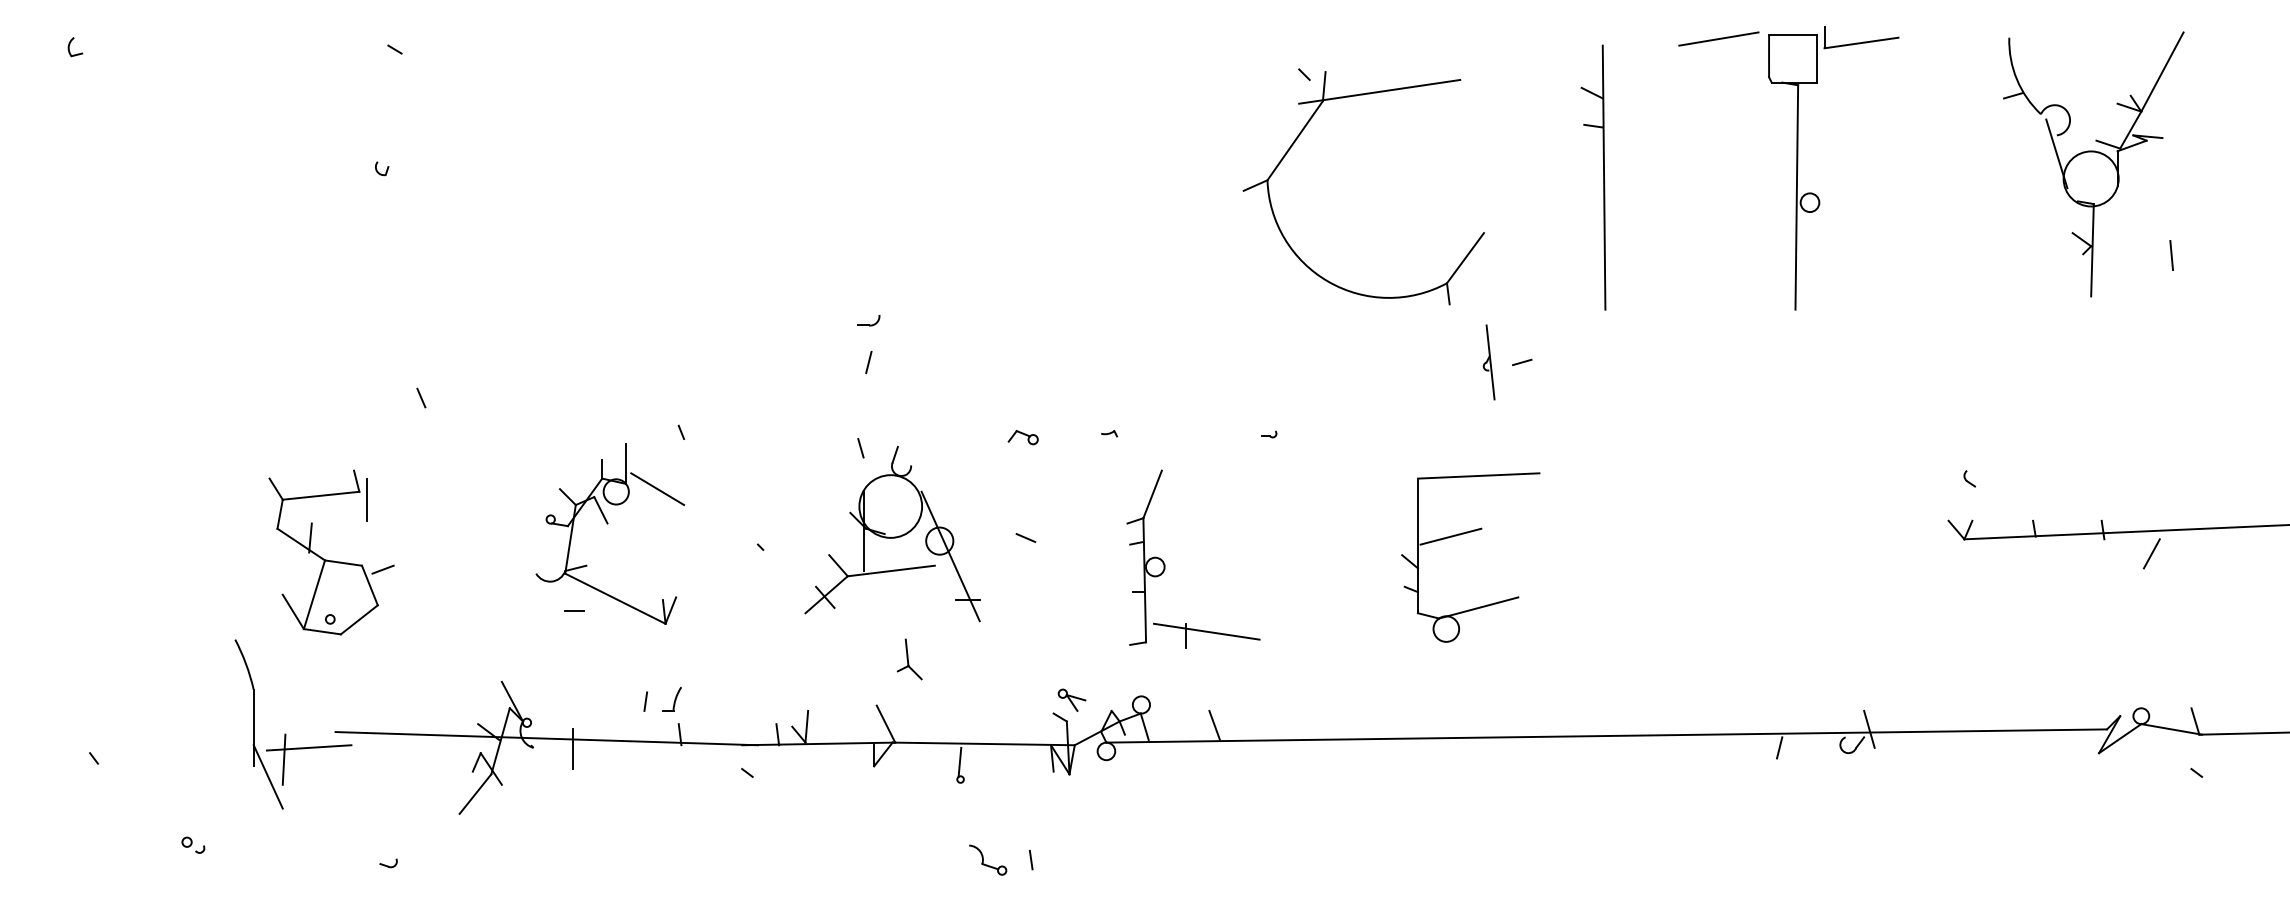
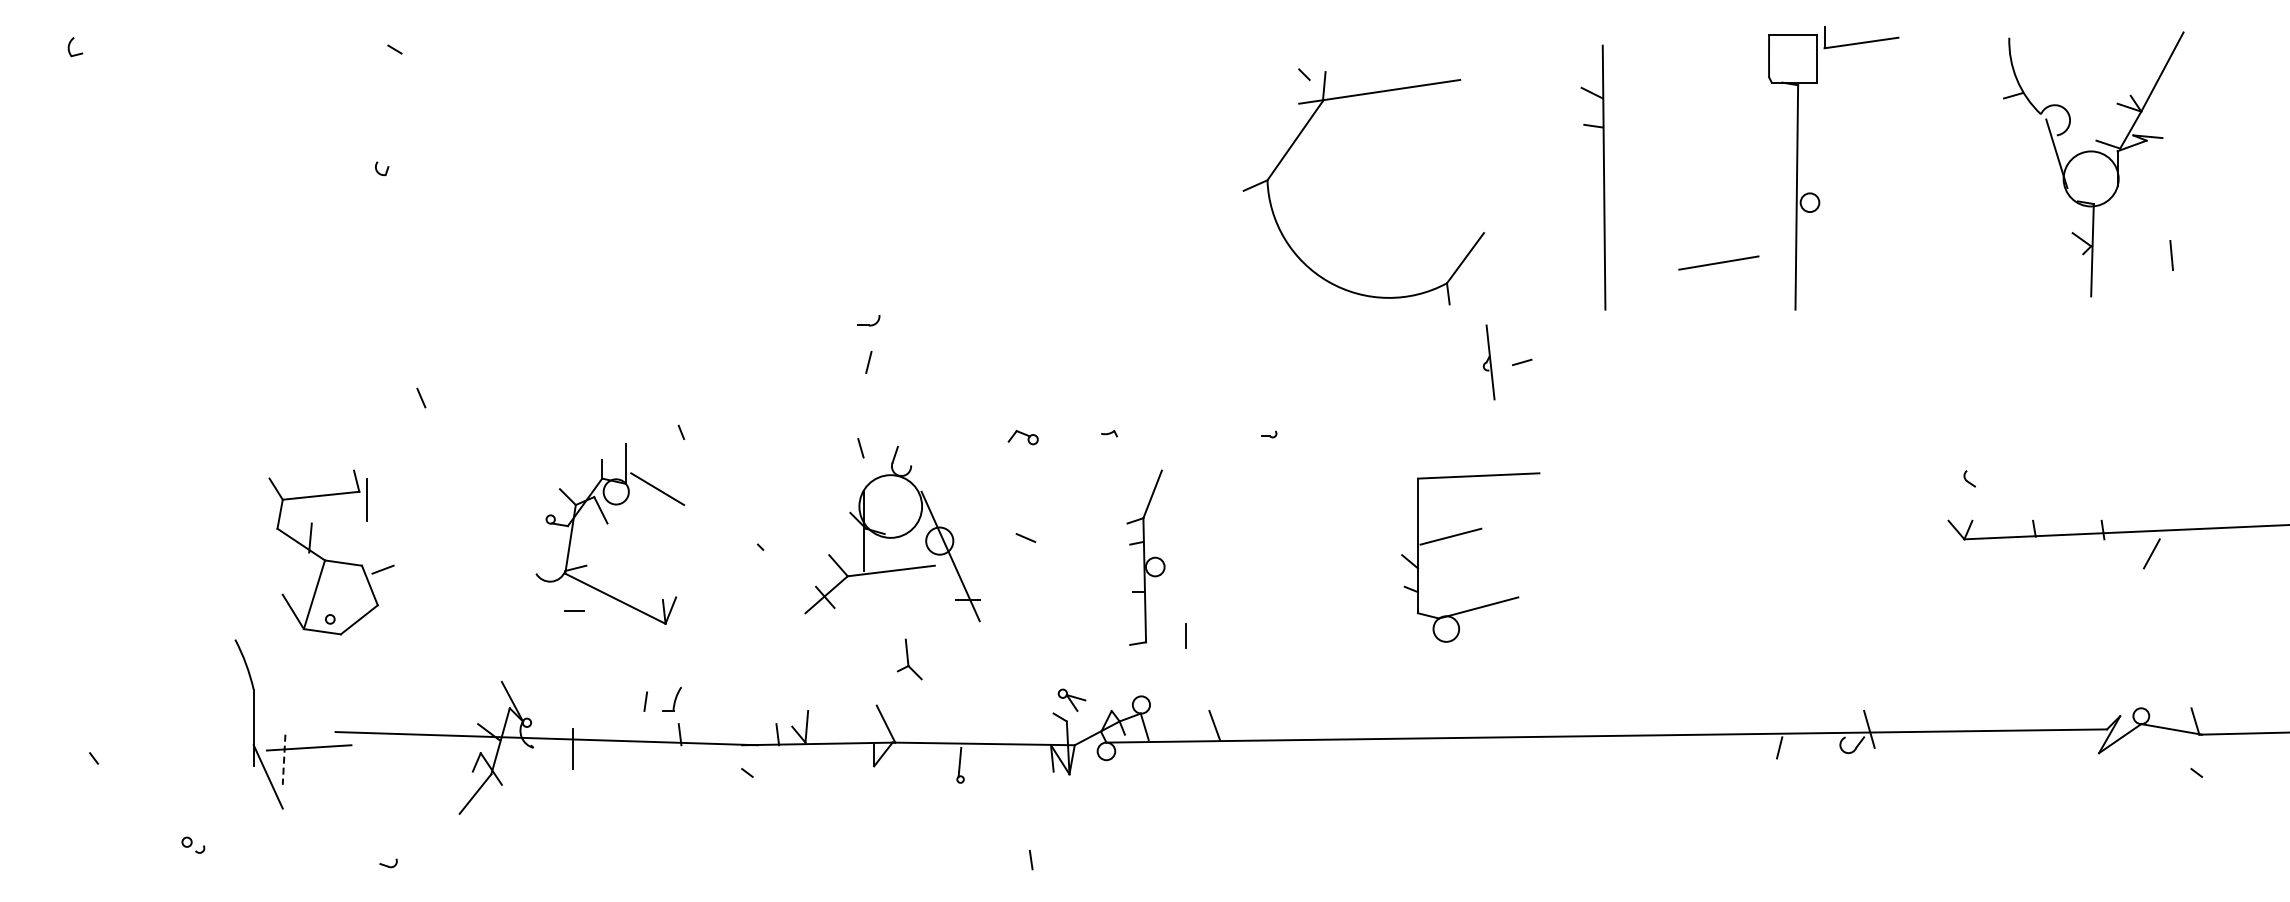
line at (1718, 38) position: (1718, 38) -> (1718, 262)
line at (1206, 631): present -> none
line at (284, 760): solid -> dashed
part at (988, 859): present -> none
